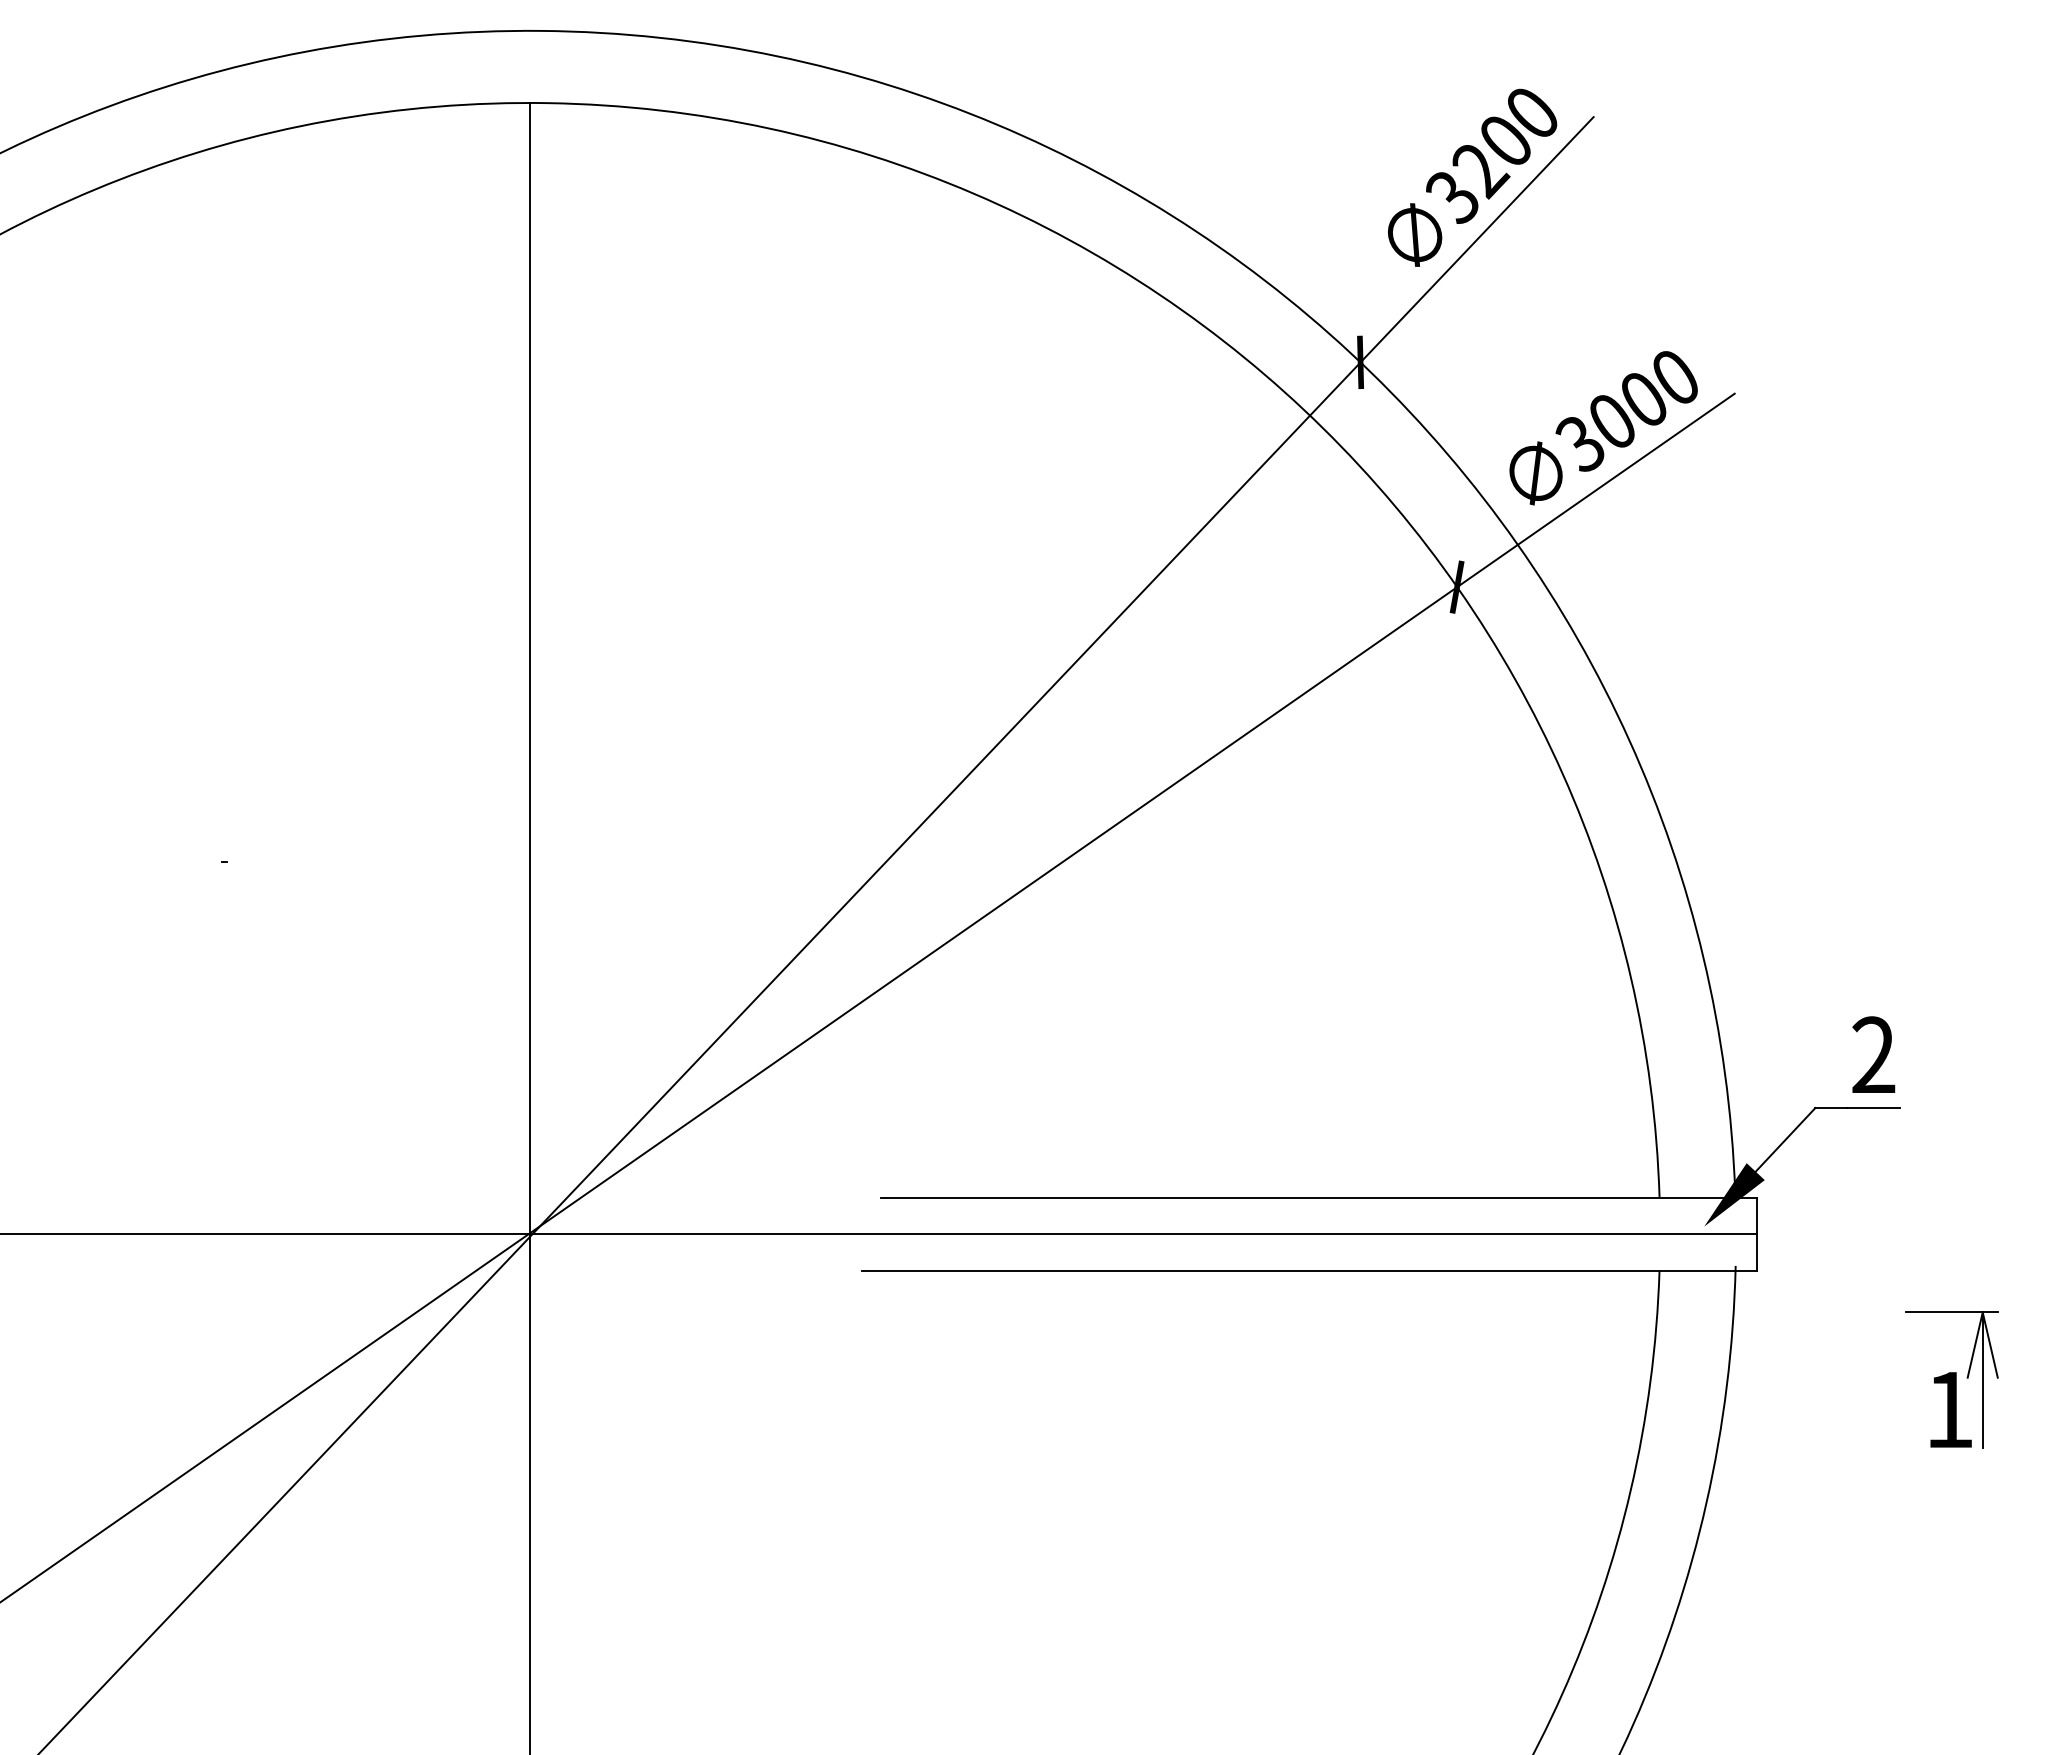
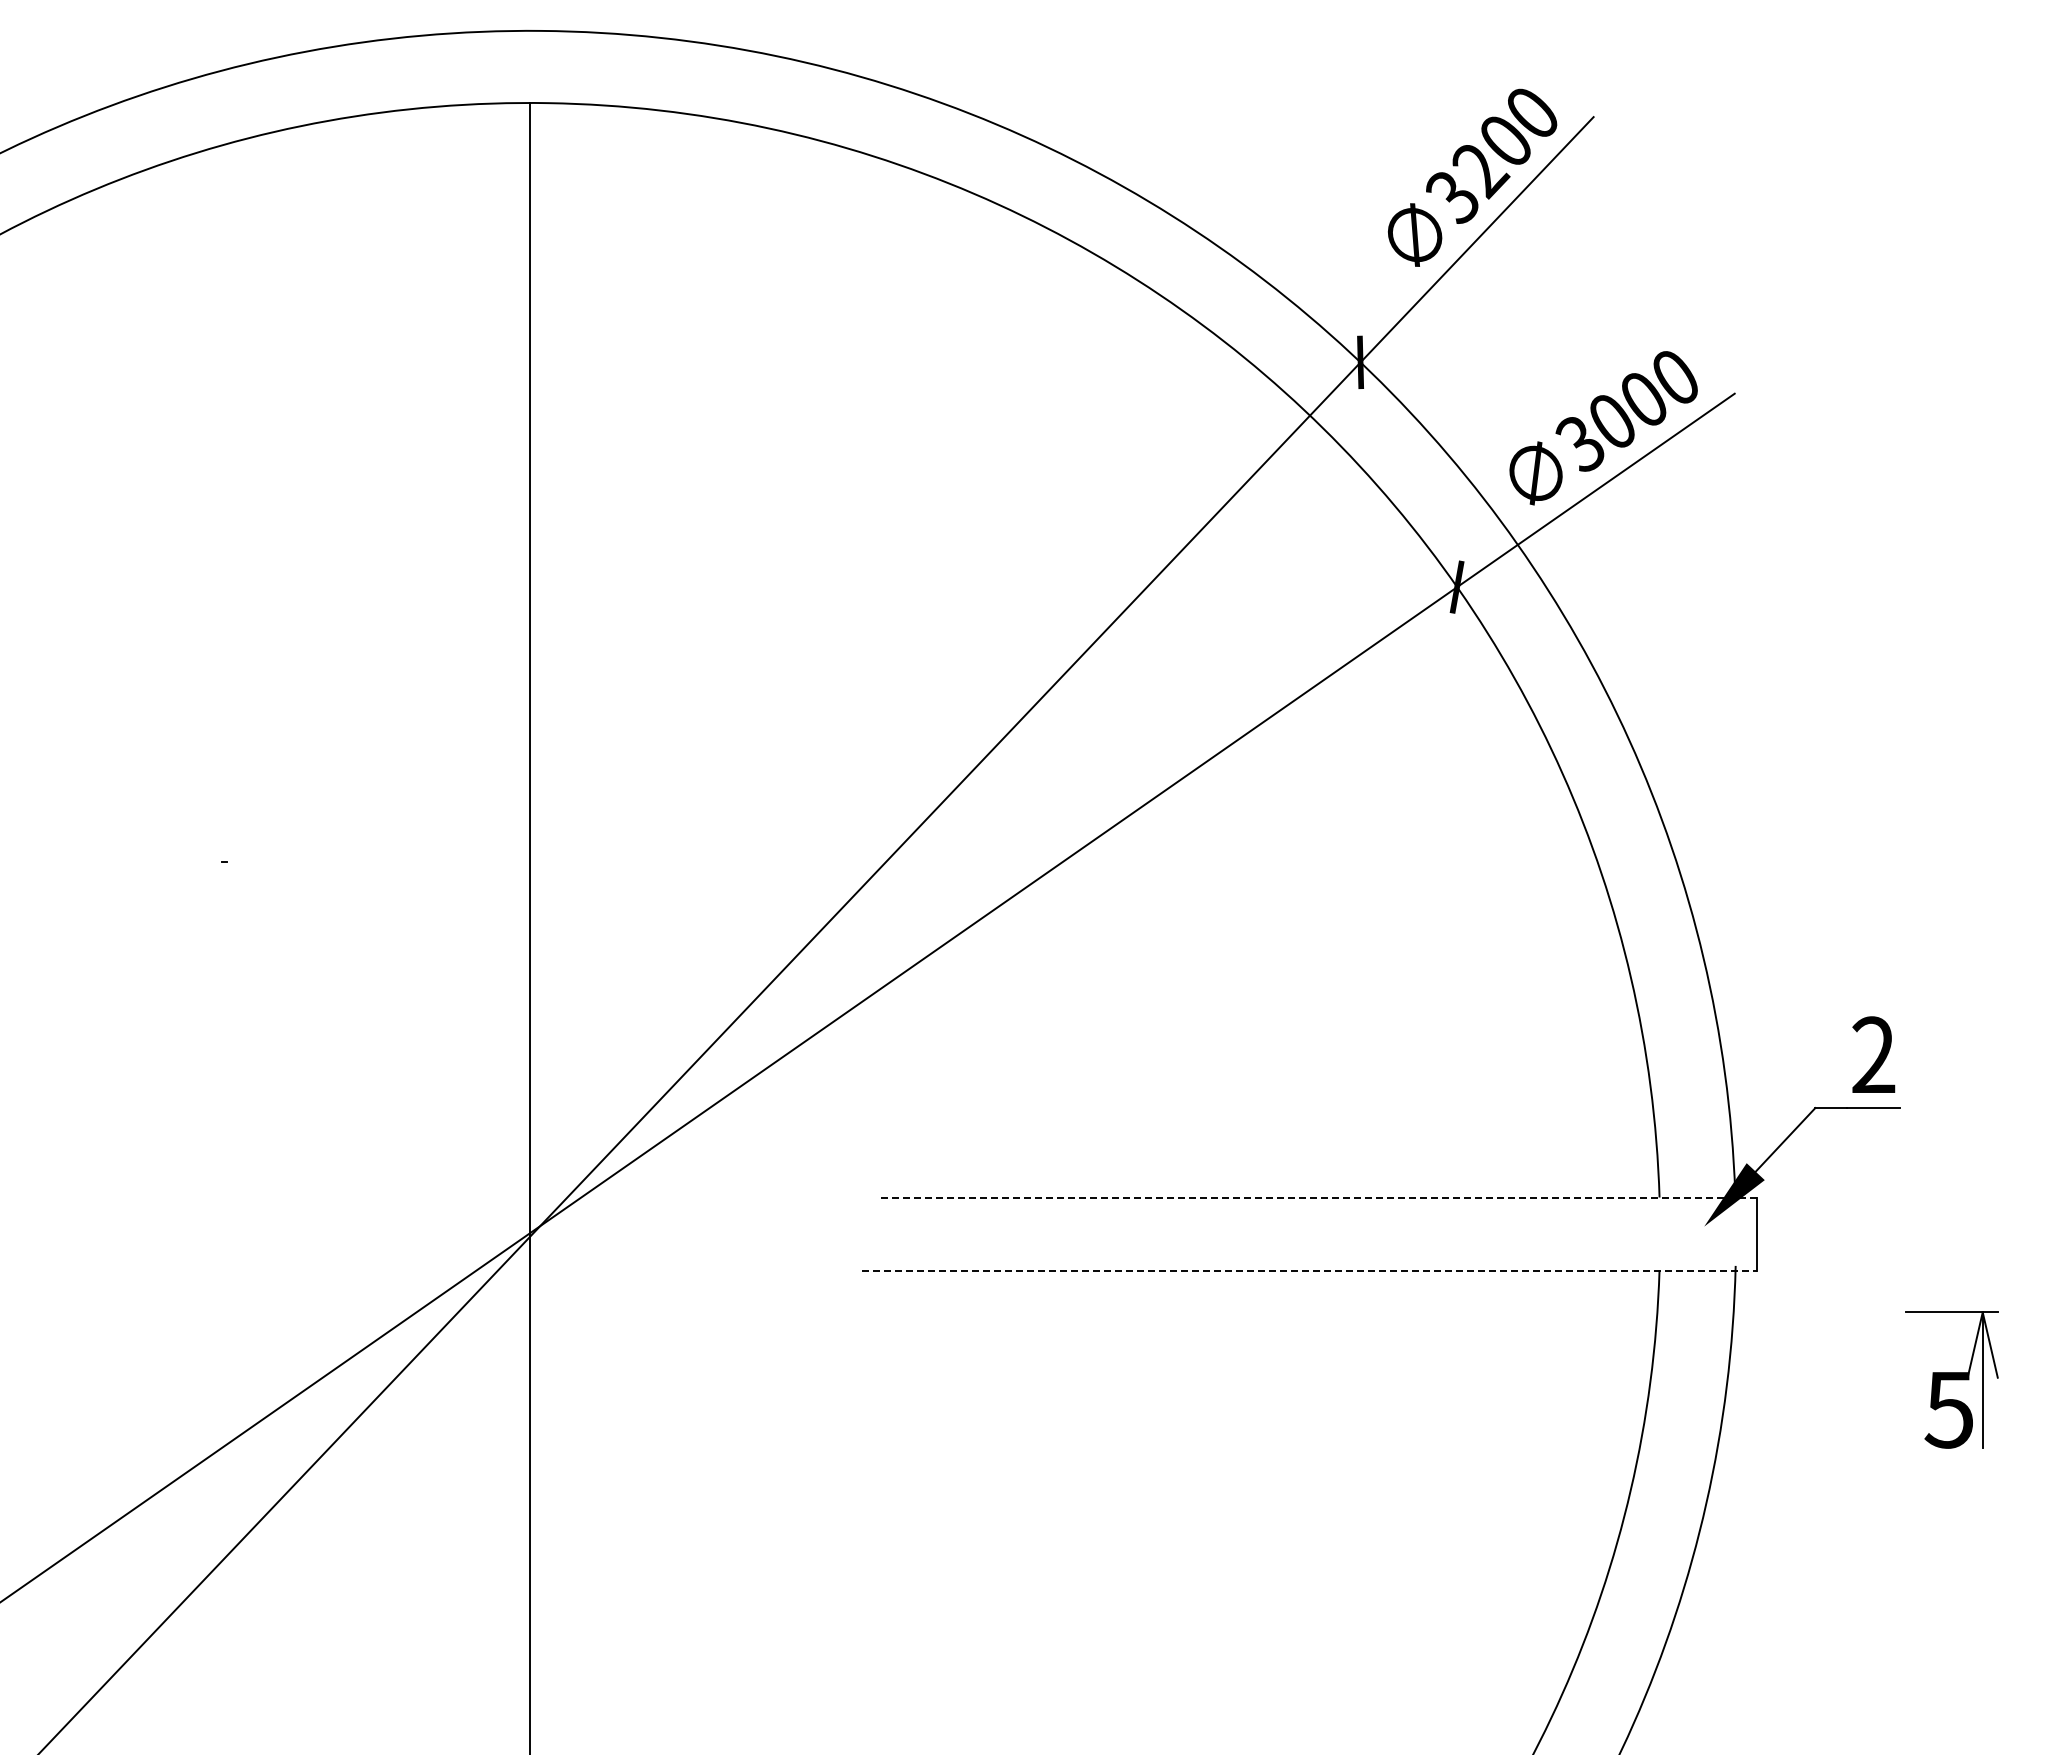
line at (1319, 1197): solid -> dashed
line at (879, 1233): present -> none
line at (1309, 1270): solid -> dashed
text at (1948, 1410): 1 -> 5
